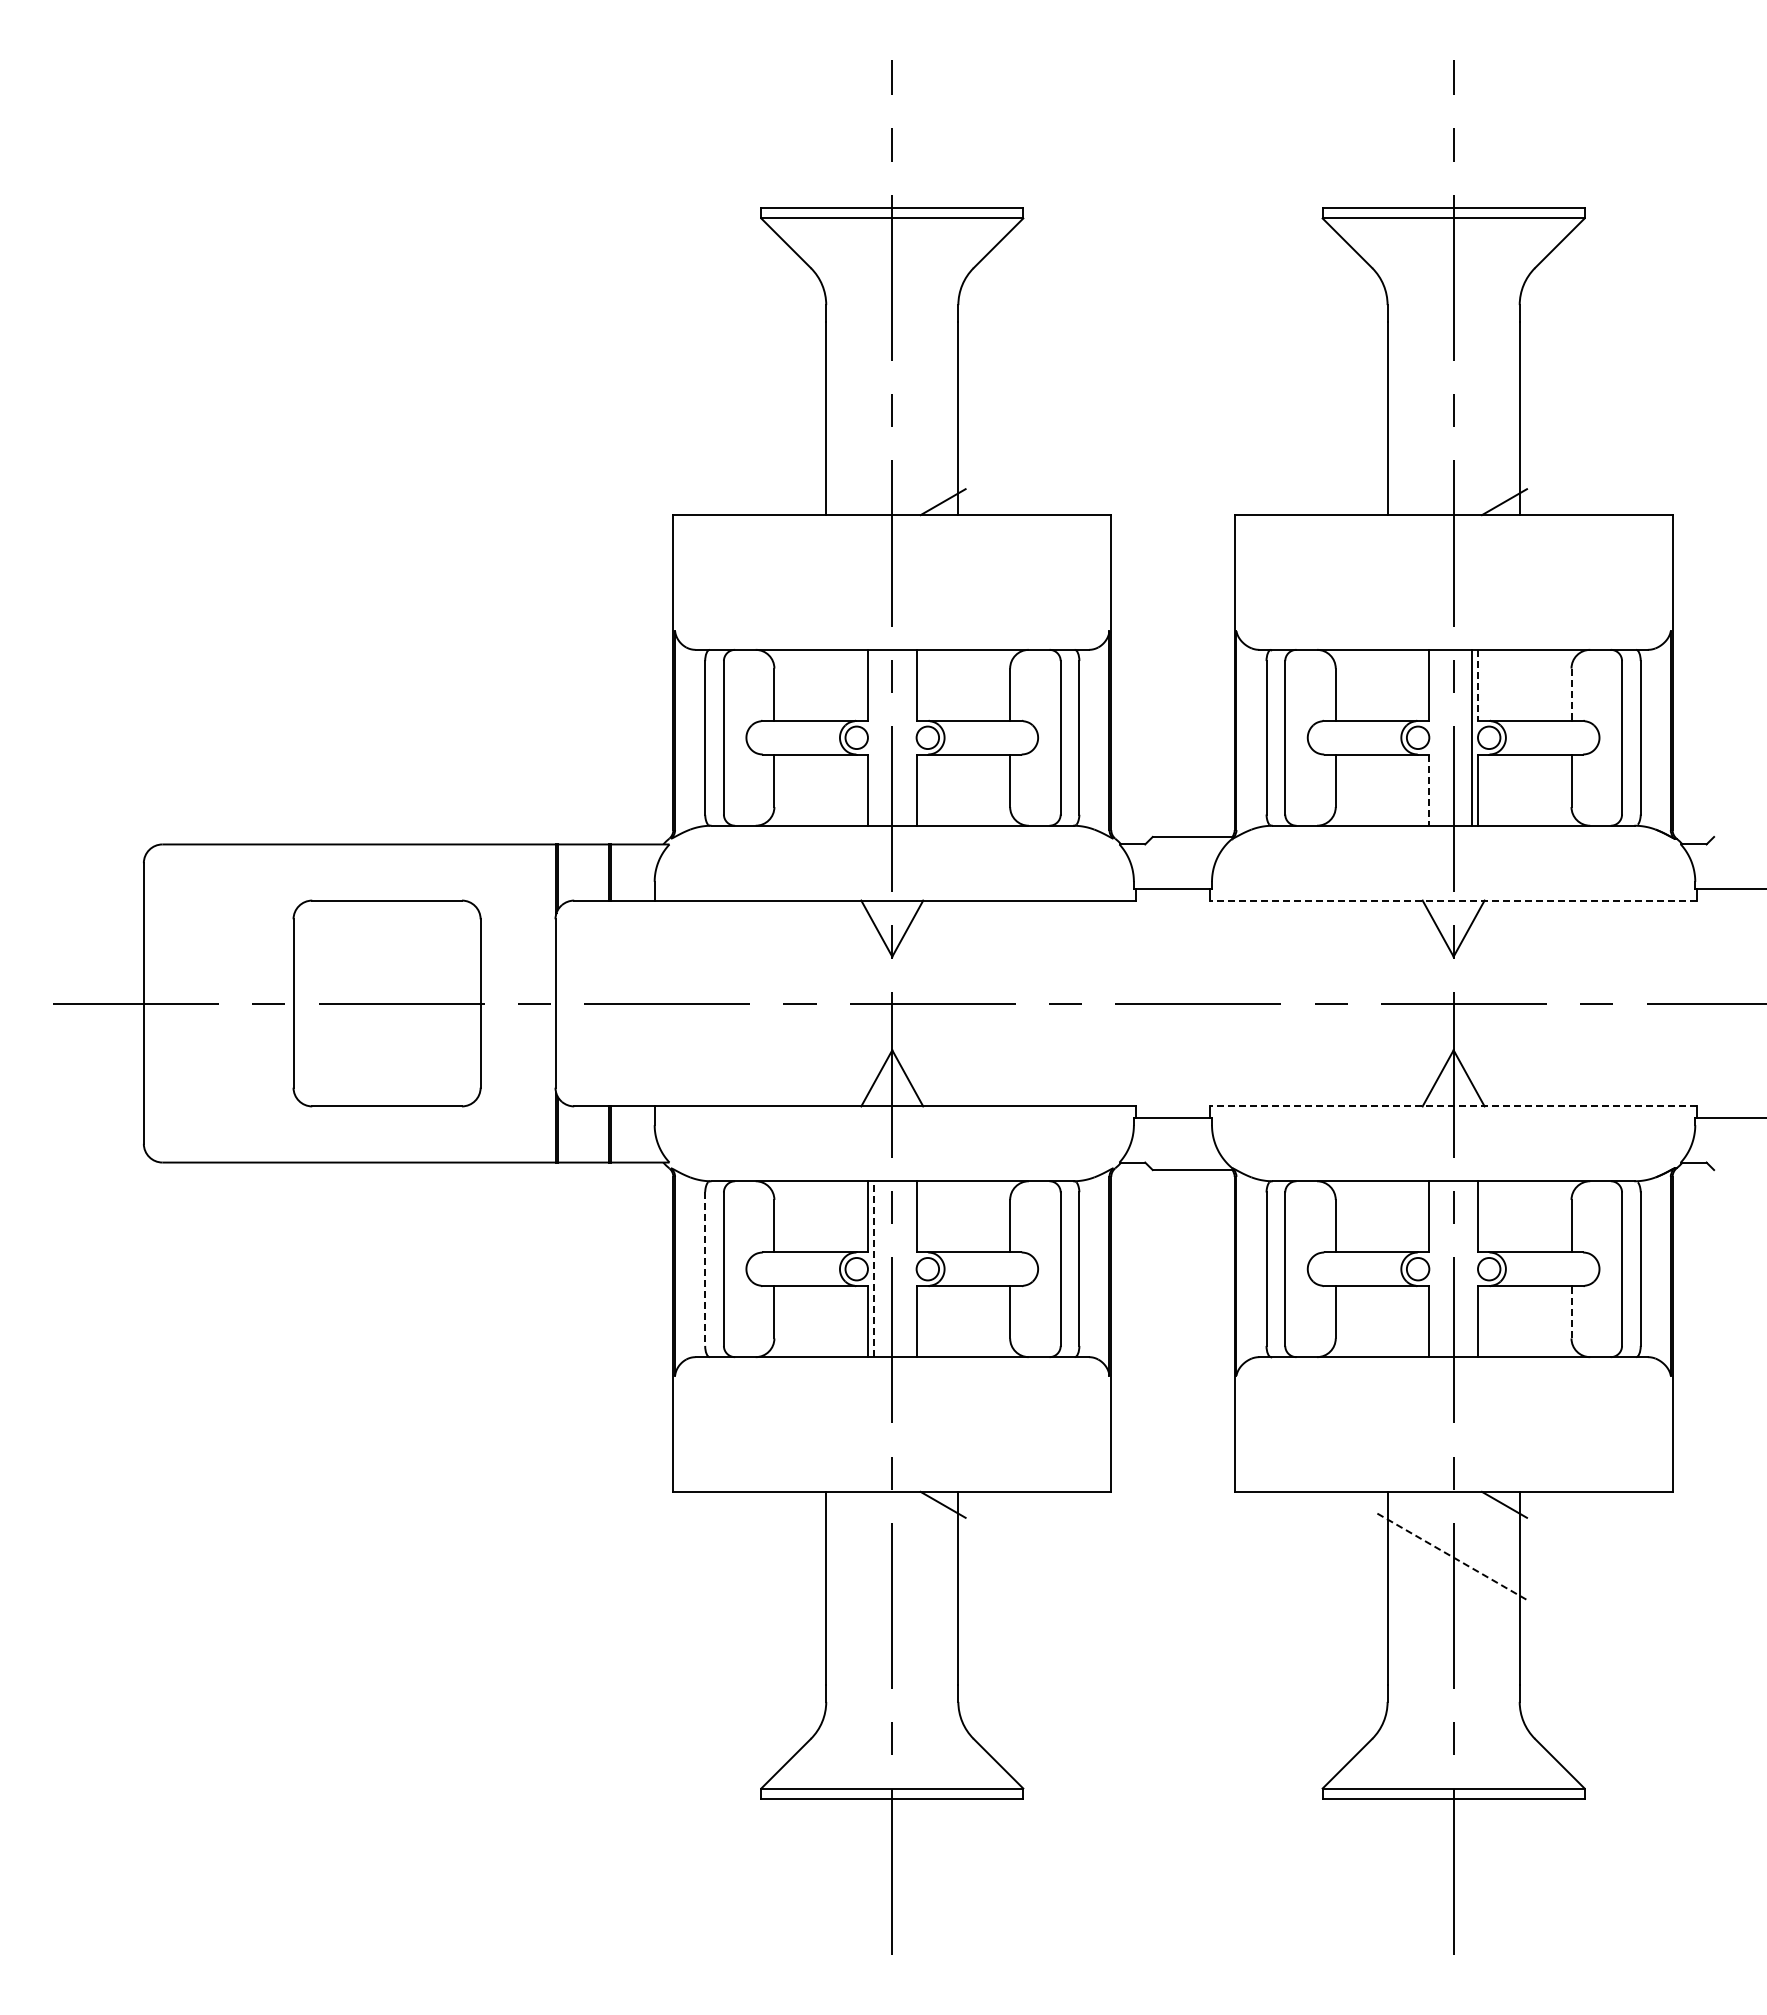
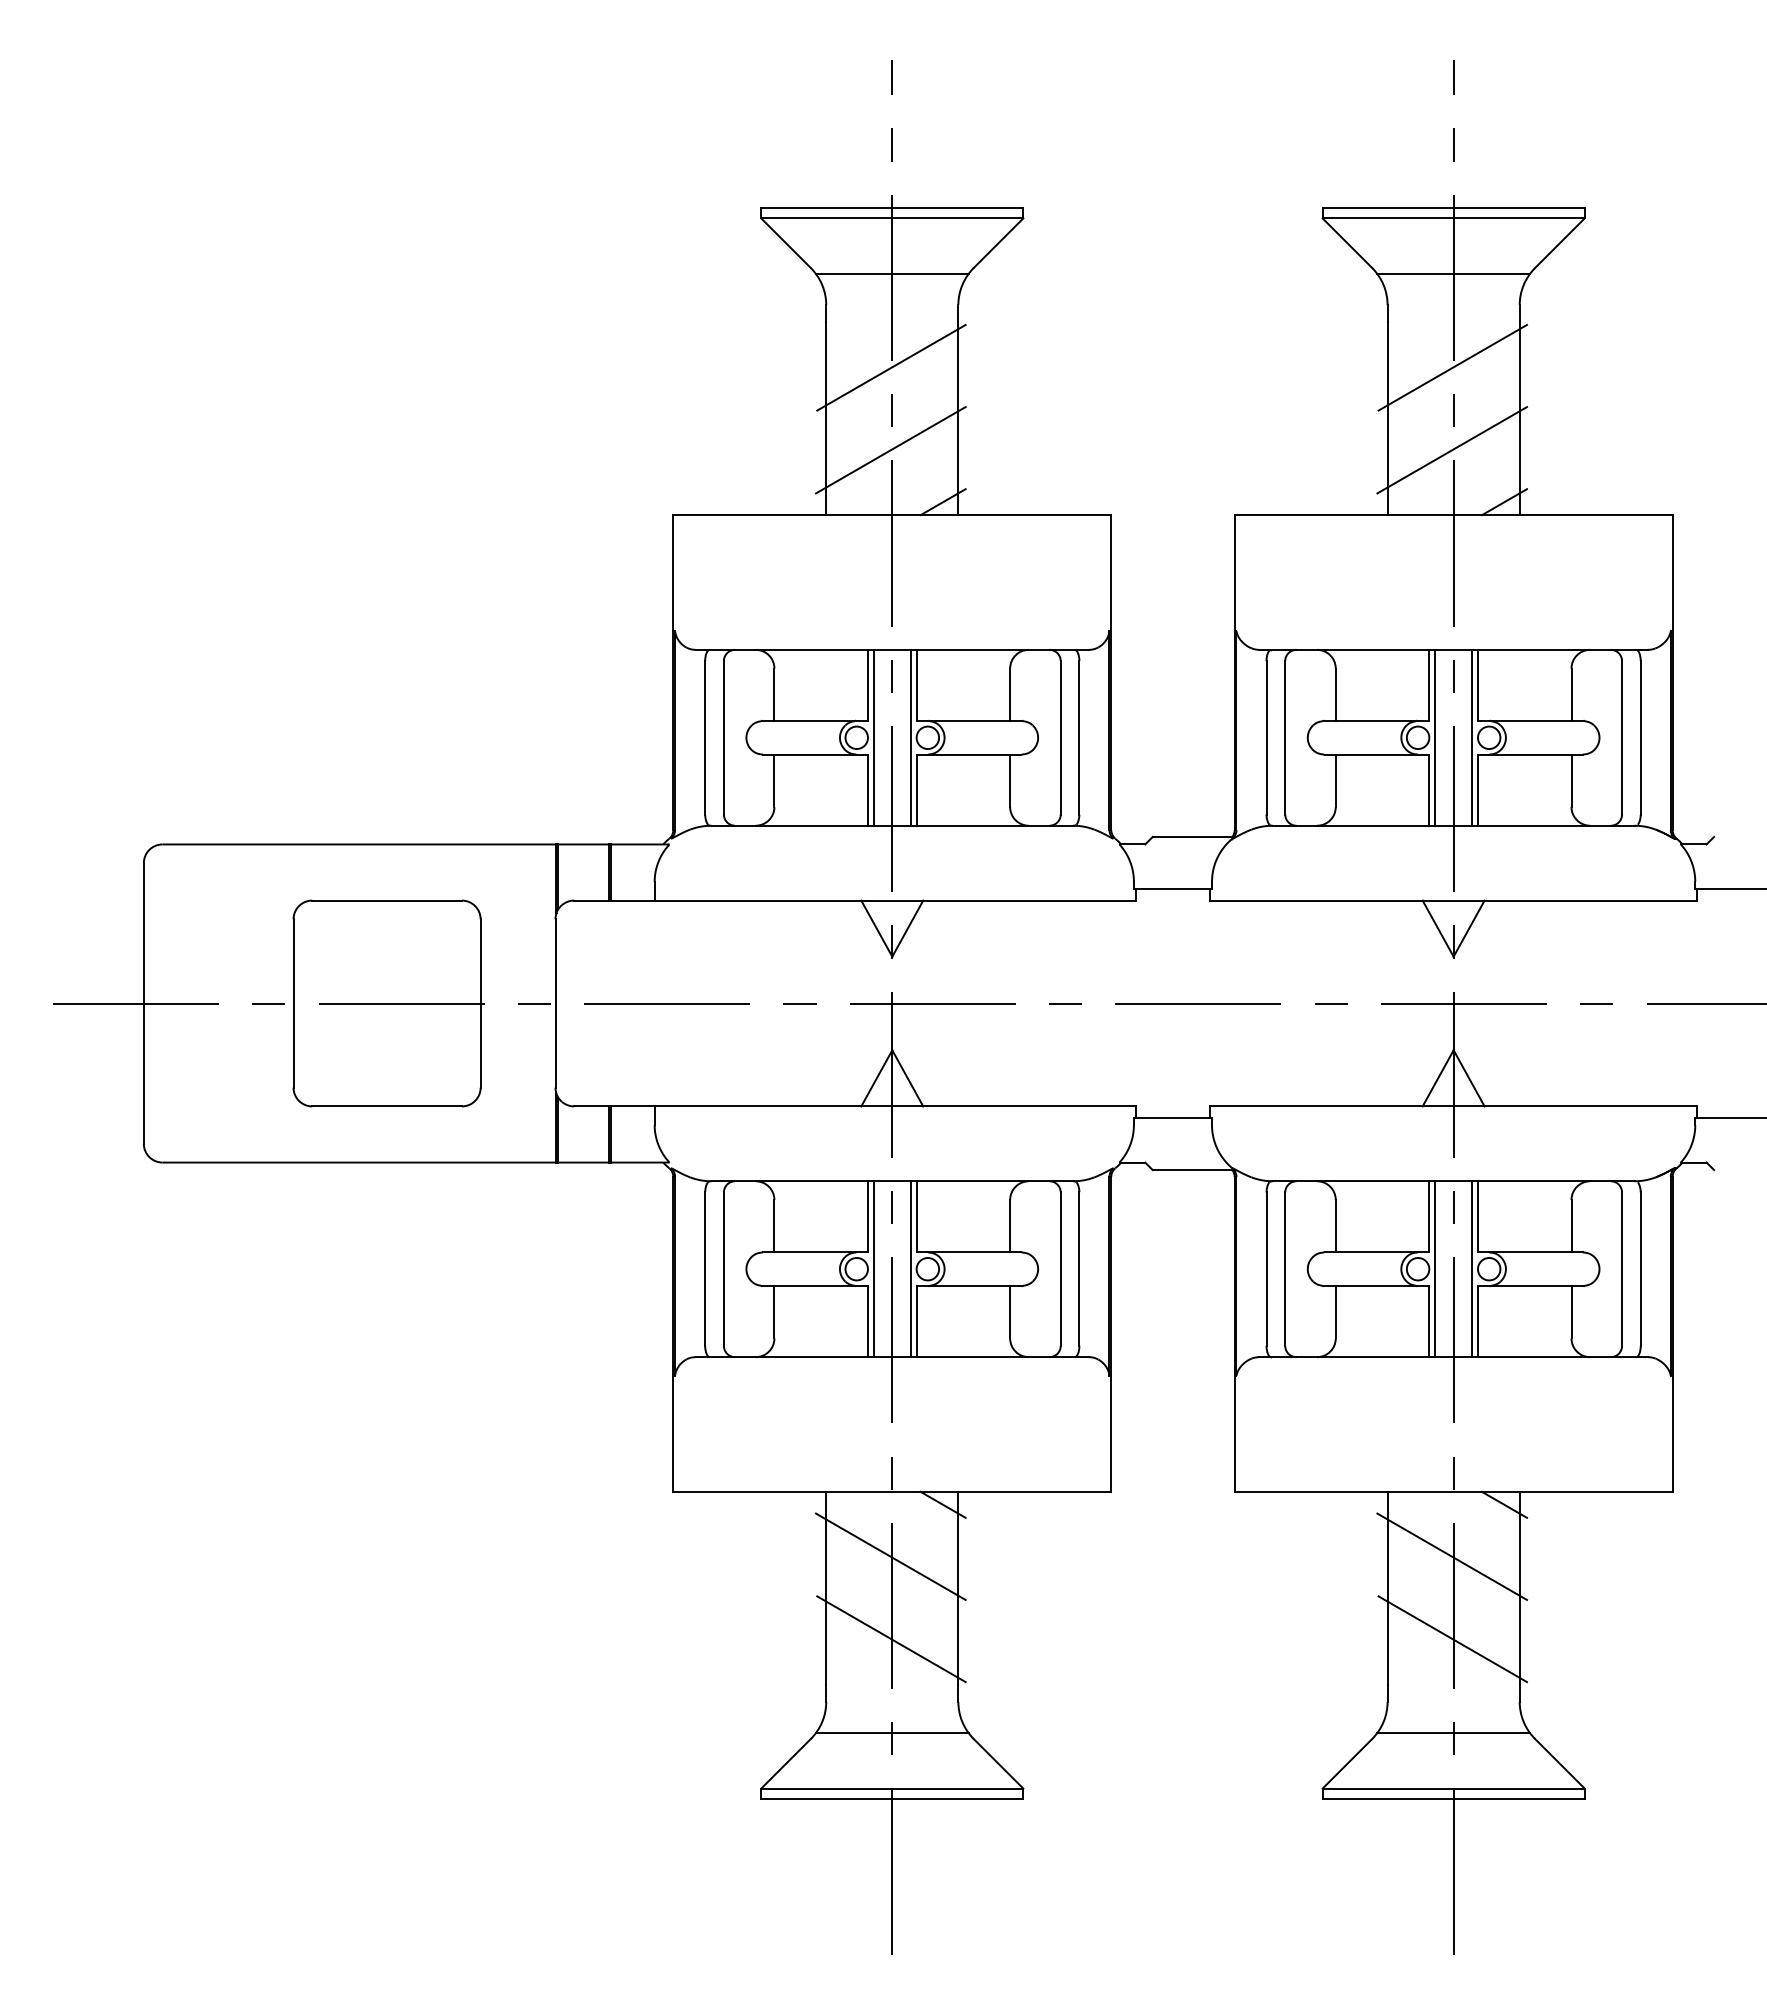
line at (891, 273): none -> present
line at (1453, 273): none -> present
line at (891, 367): none -> present
line at (1452, 367): none -> present
line at (890, 450): none -> present
line at (1452, 450): none -> present
line at (1477, 685): dashed -> solid
line at (1571, 695): dashed -> solid
line at (873, 737): none -> present
line at (911, 737): none -> present
line at (1434, 737): none -> present
line at (1429, 790): dashed -> solid
line at (1453, 900): dashed -> solid
line at (1453, 1106): dashed -> solid
line at (705, 1269): dashed -> solid
line at (873, 1269): dashed -> solid
line at (911, 1269): none -> present
line at (1434, 1269): none -> present
line at (1472, 1269): none -> present
line at (1571, 1311): dashed -> solid
line at (890, 1556): none -> present
line at (1452, 1557): dashed -> solid
line at (891, 1639): none -> present
line at (1452, 1639): none -> present
line at (891, 1733): none -> present
line at (1453, 1733): none -> present
